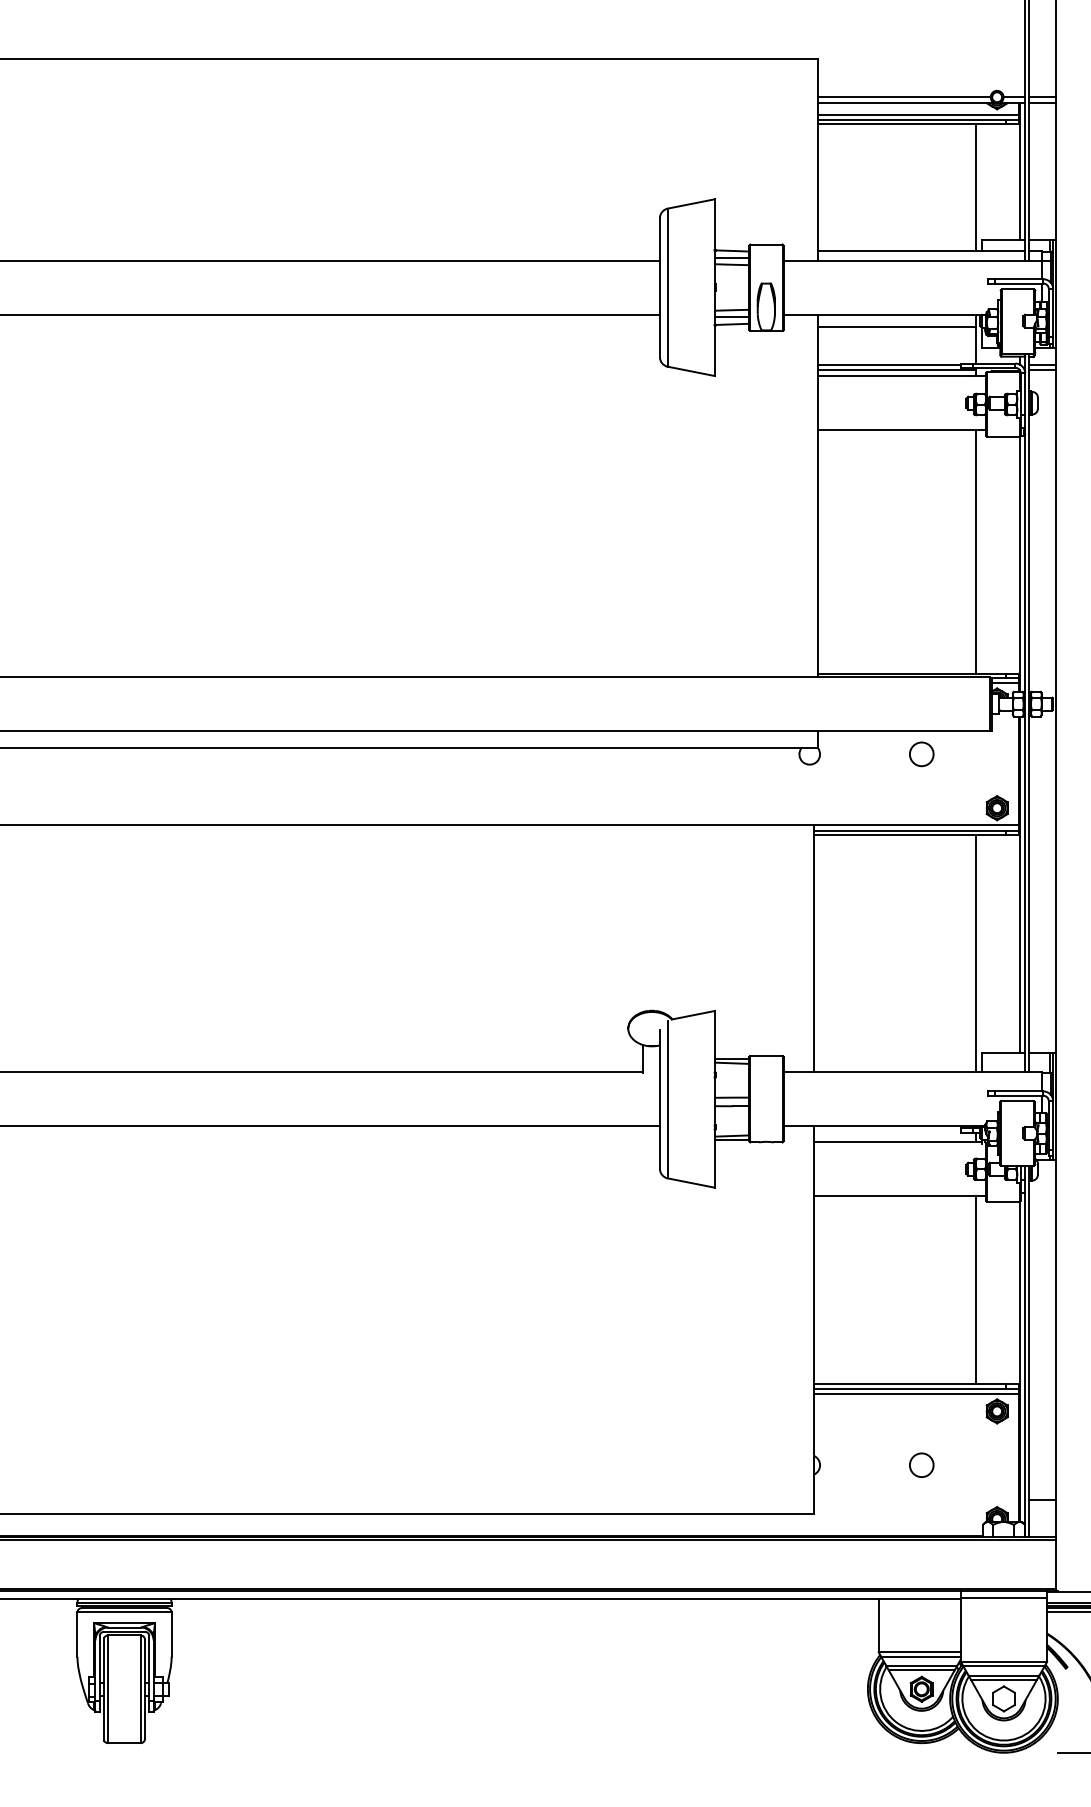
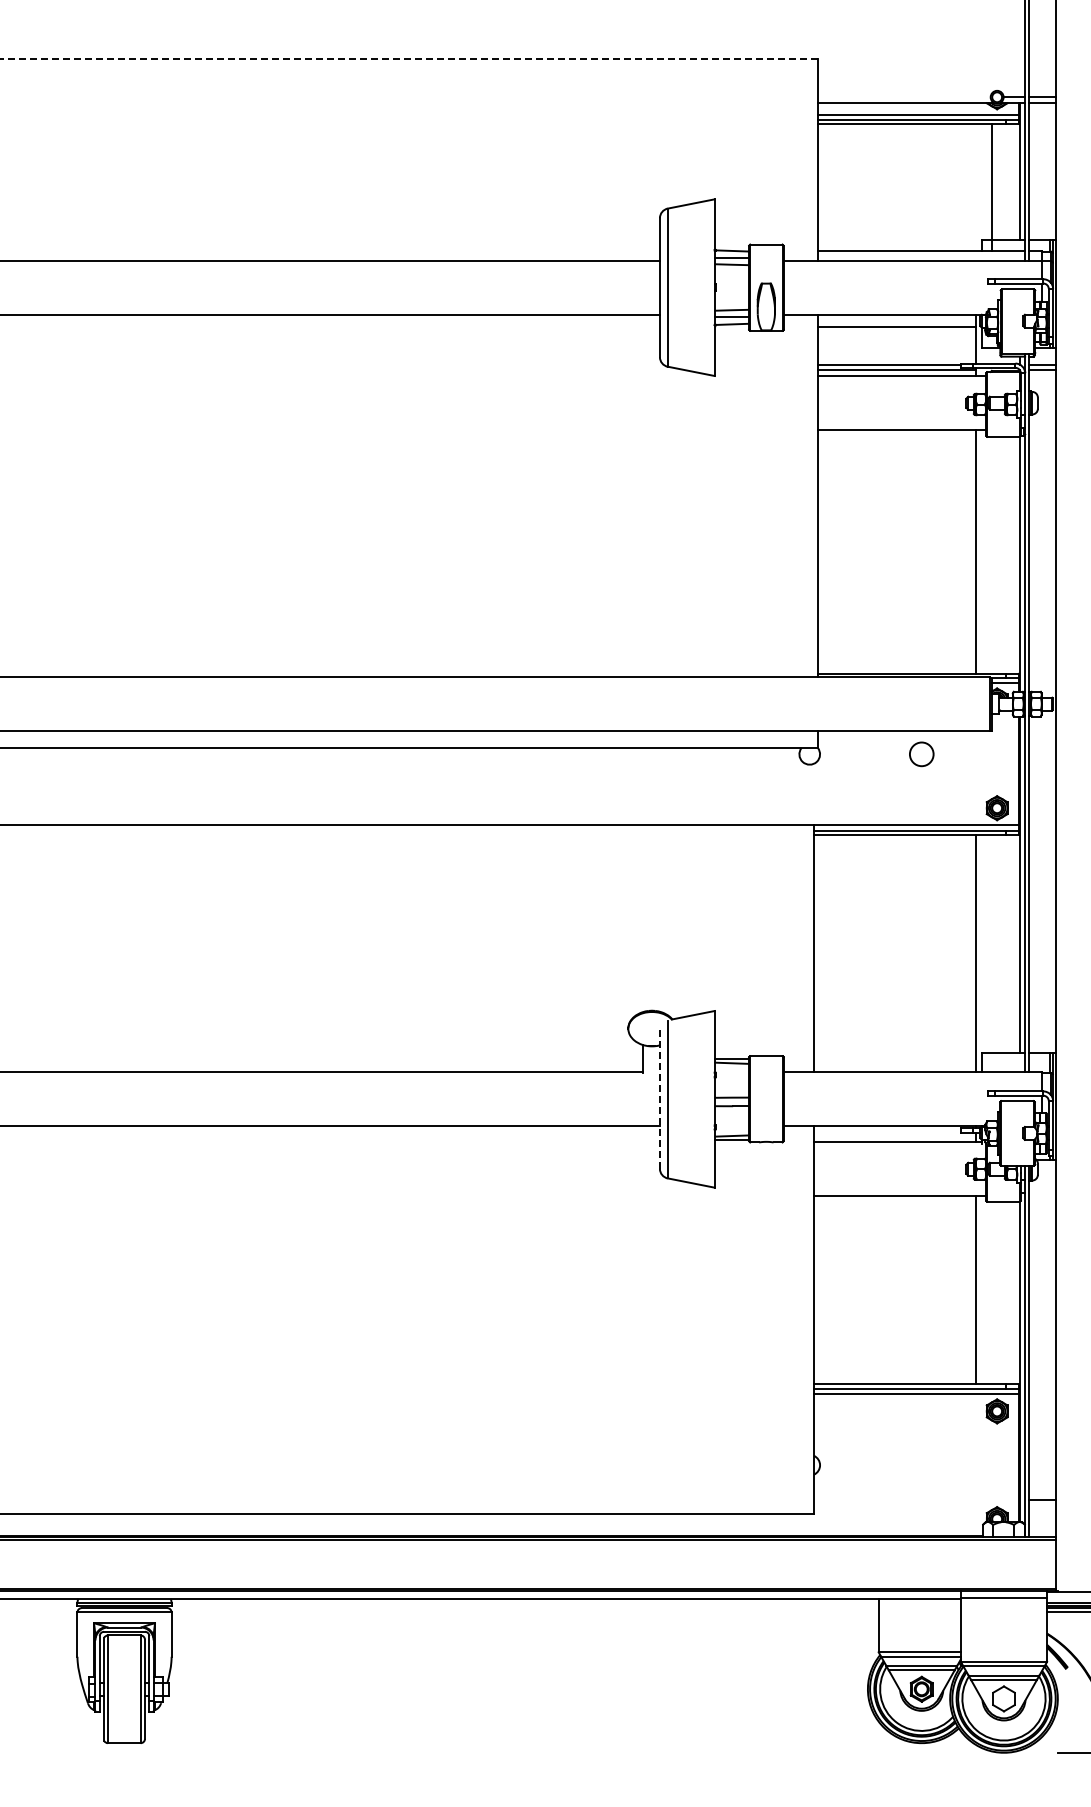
line at (409, 58): solid -> dashed
line at (904, 96): present -> none
line at (975, 187) position: (975, 187) -> (991, 187)
line at (659, 1099): solid -> dashed
circle at (921, 1464): present -> none
